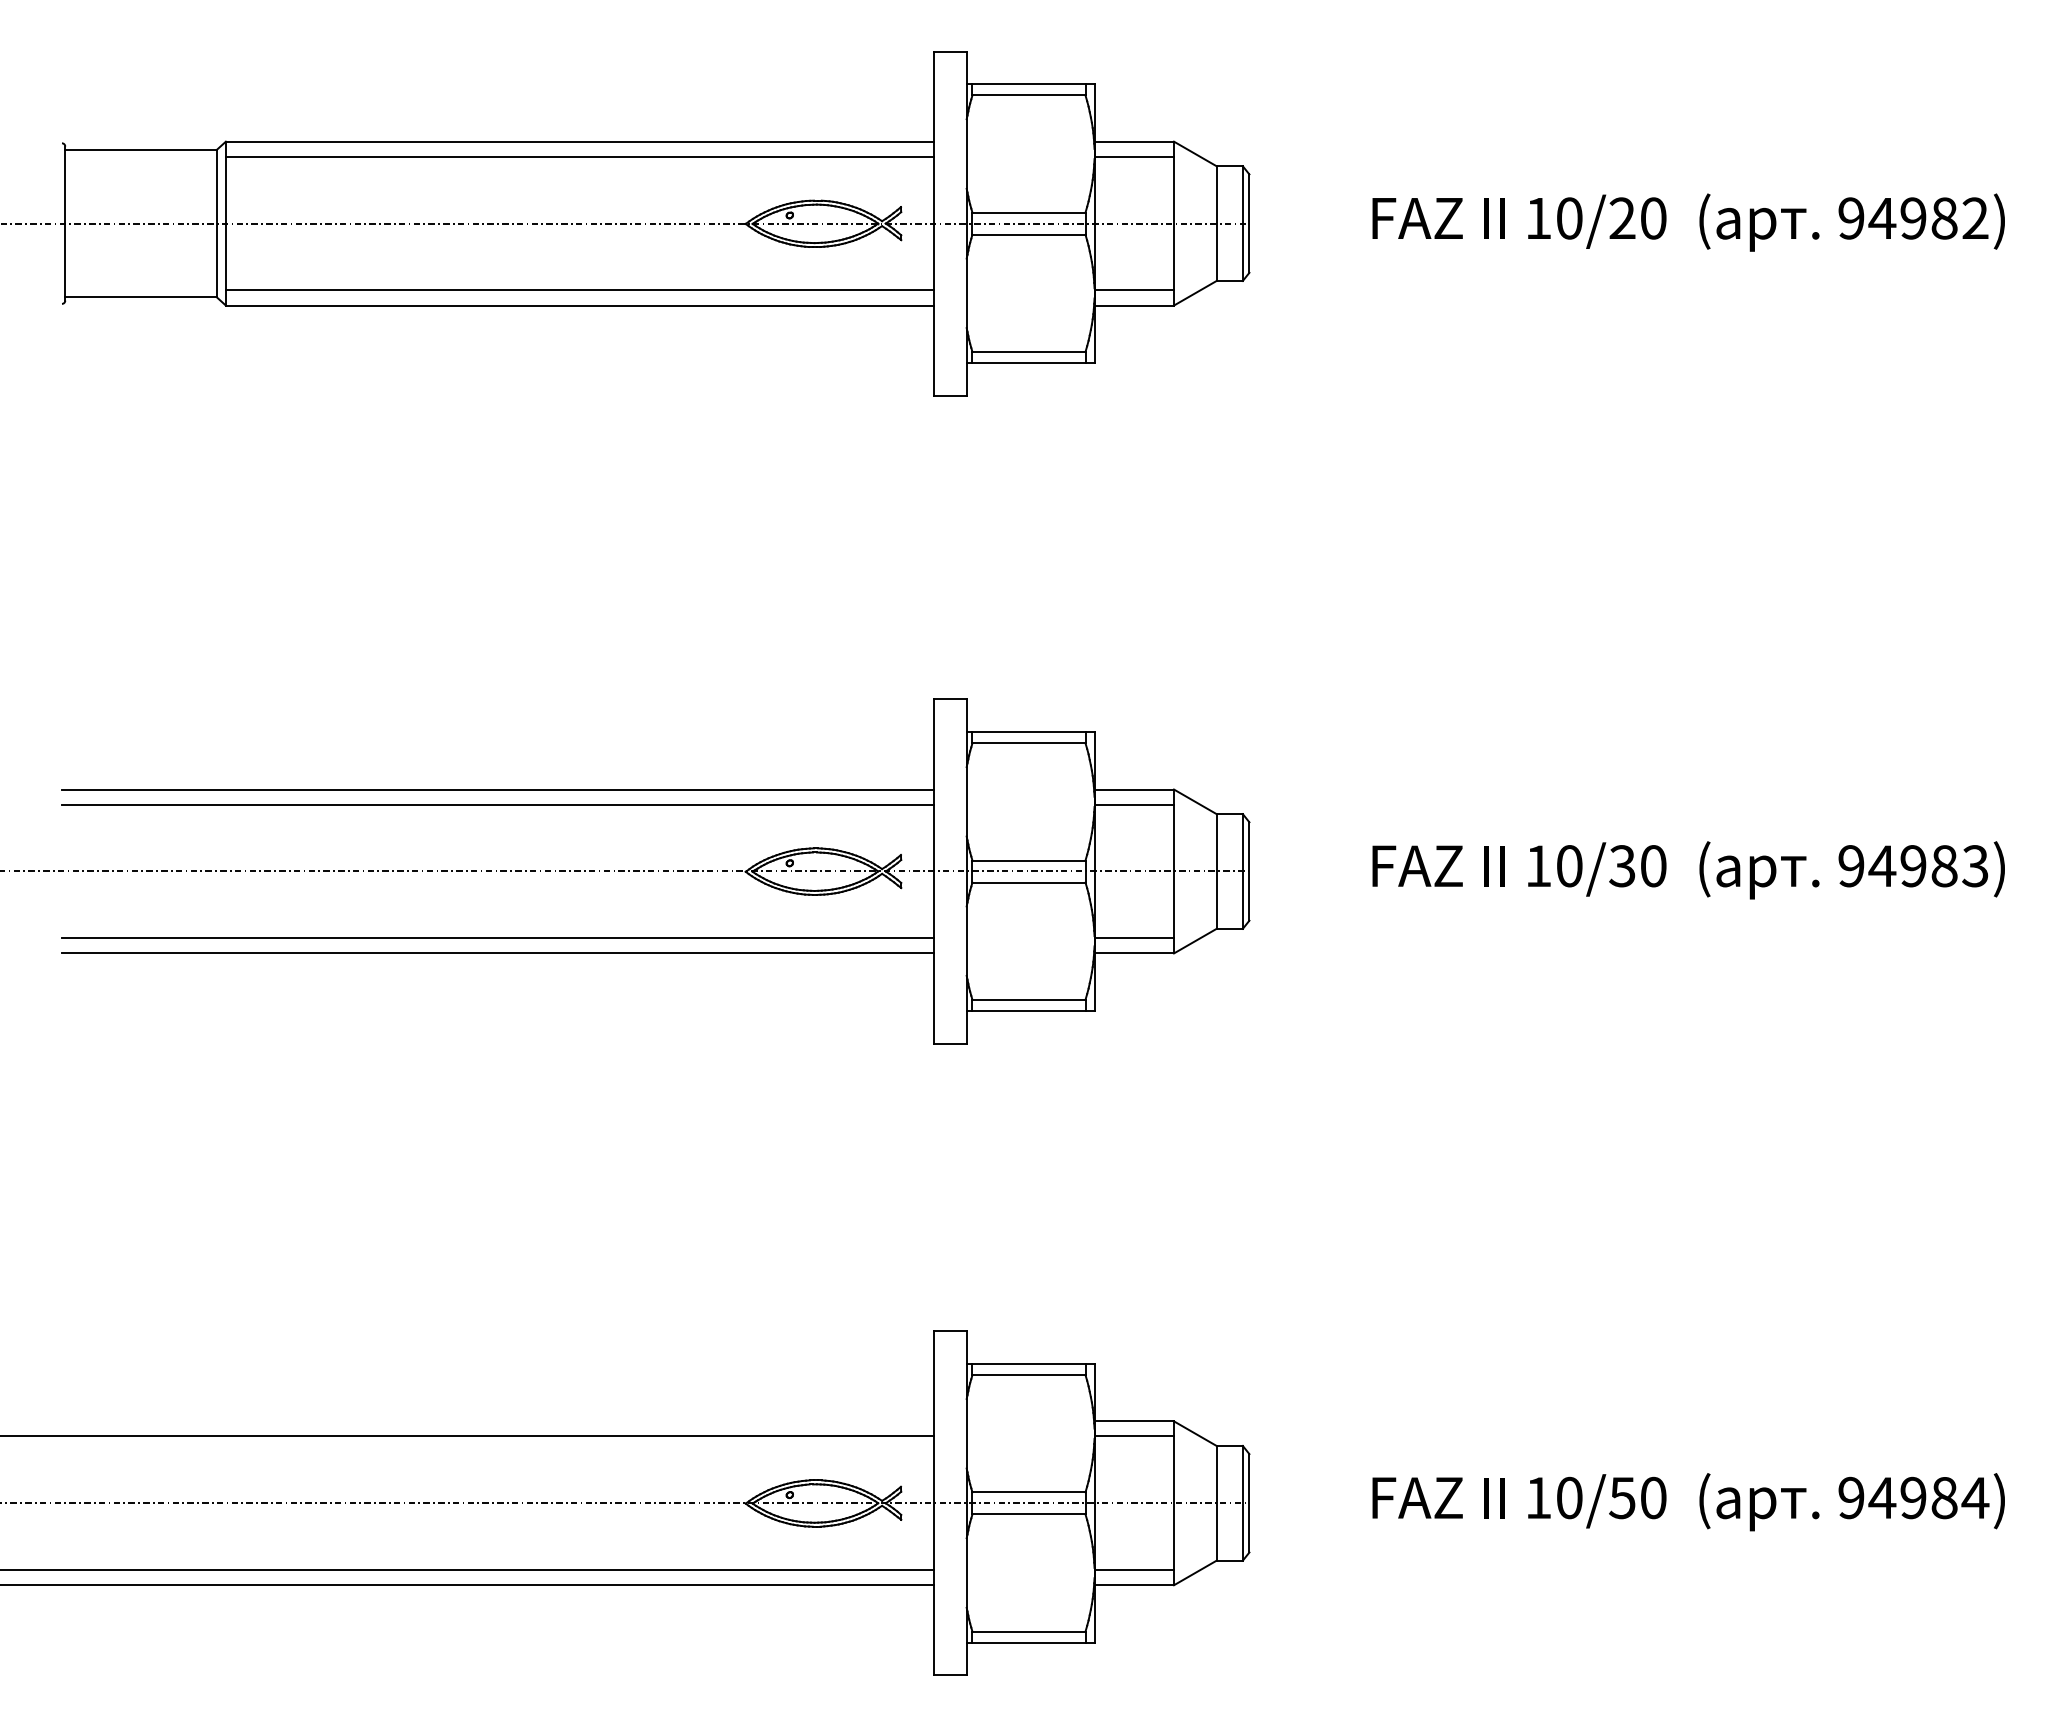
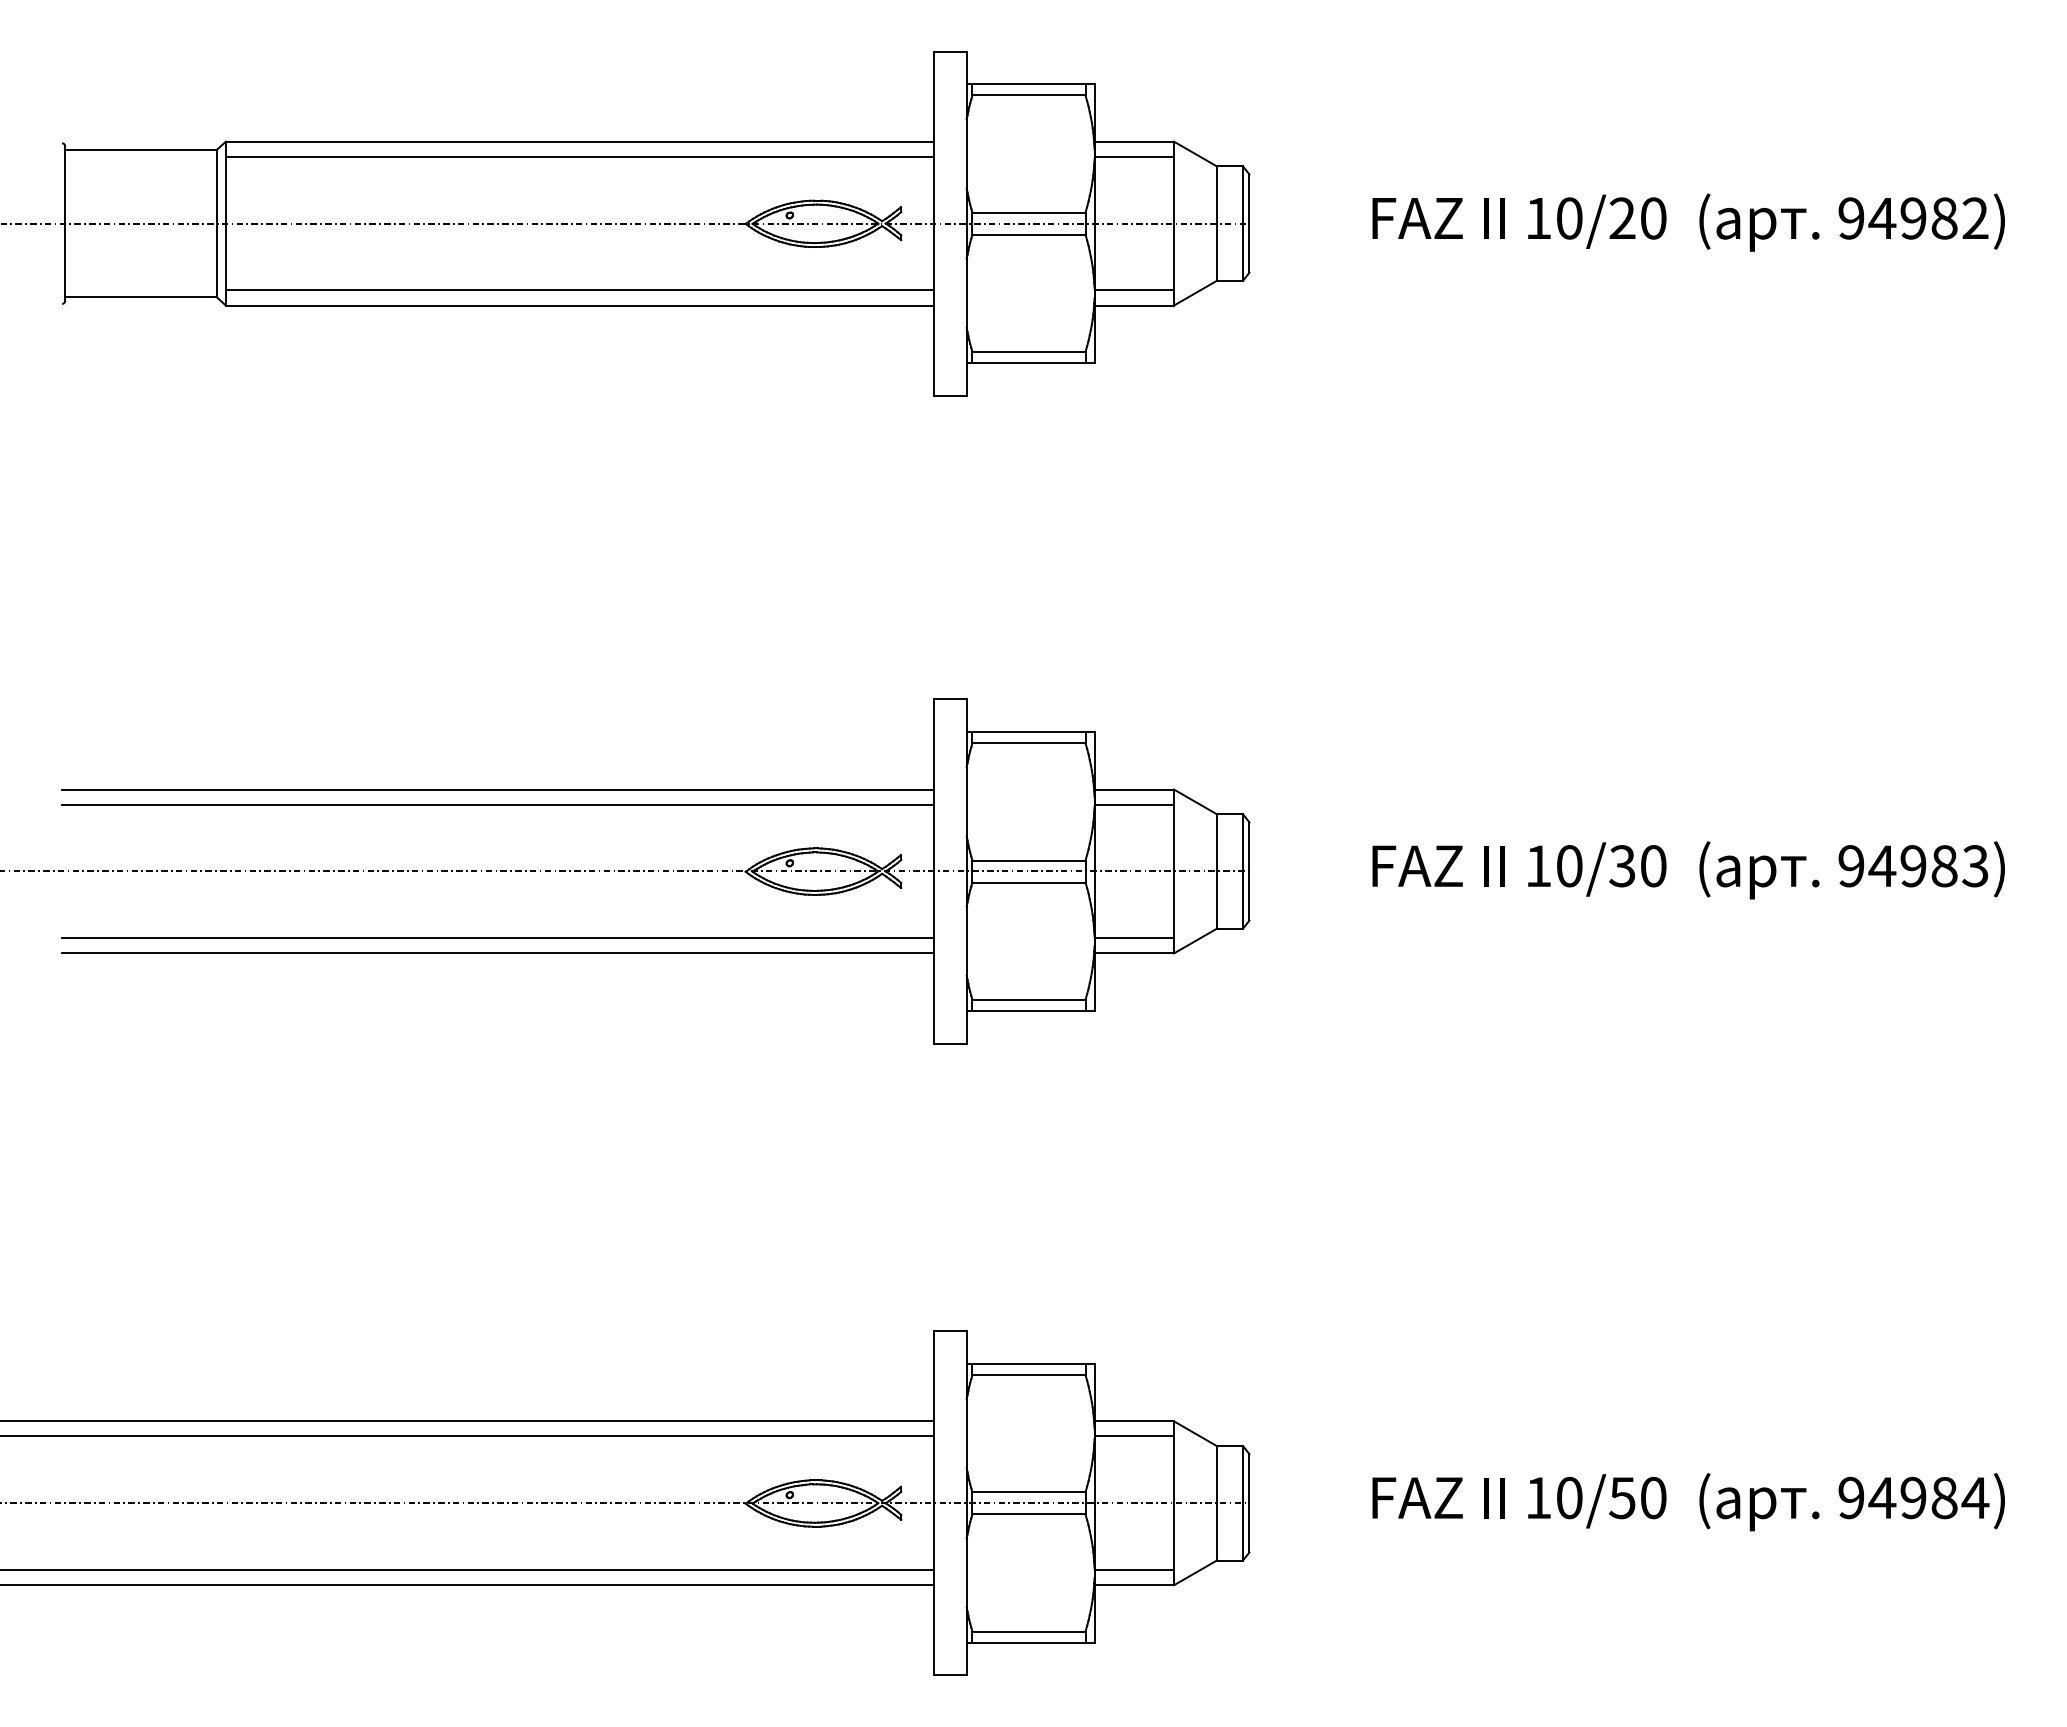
line at (467, 1421): none -> present
